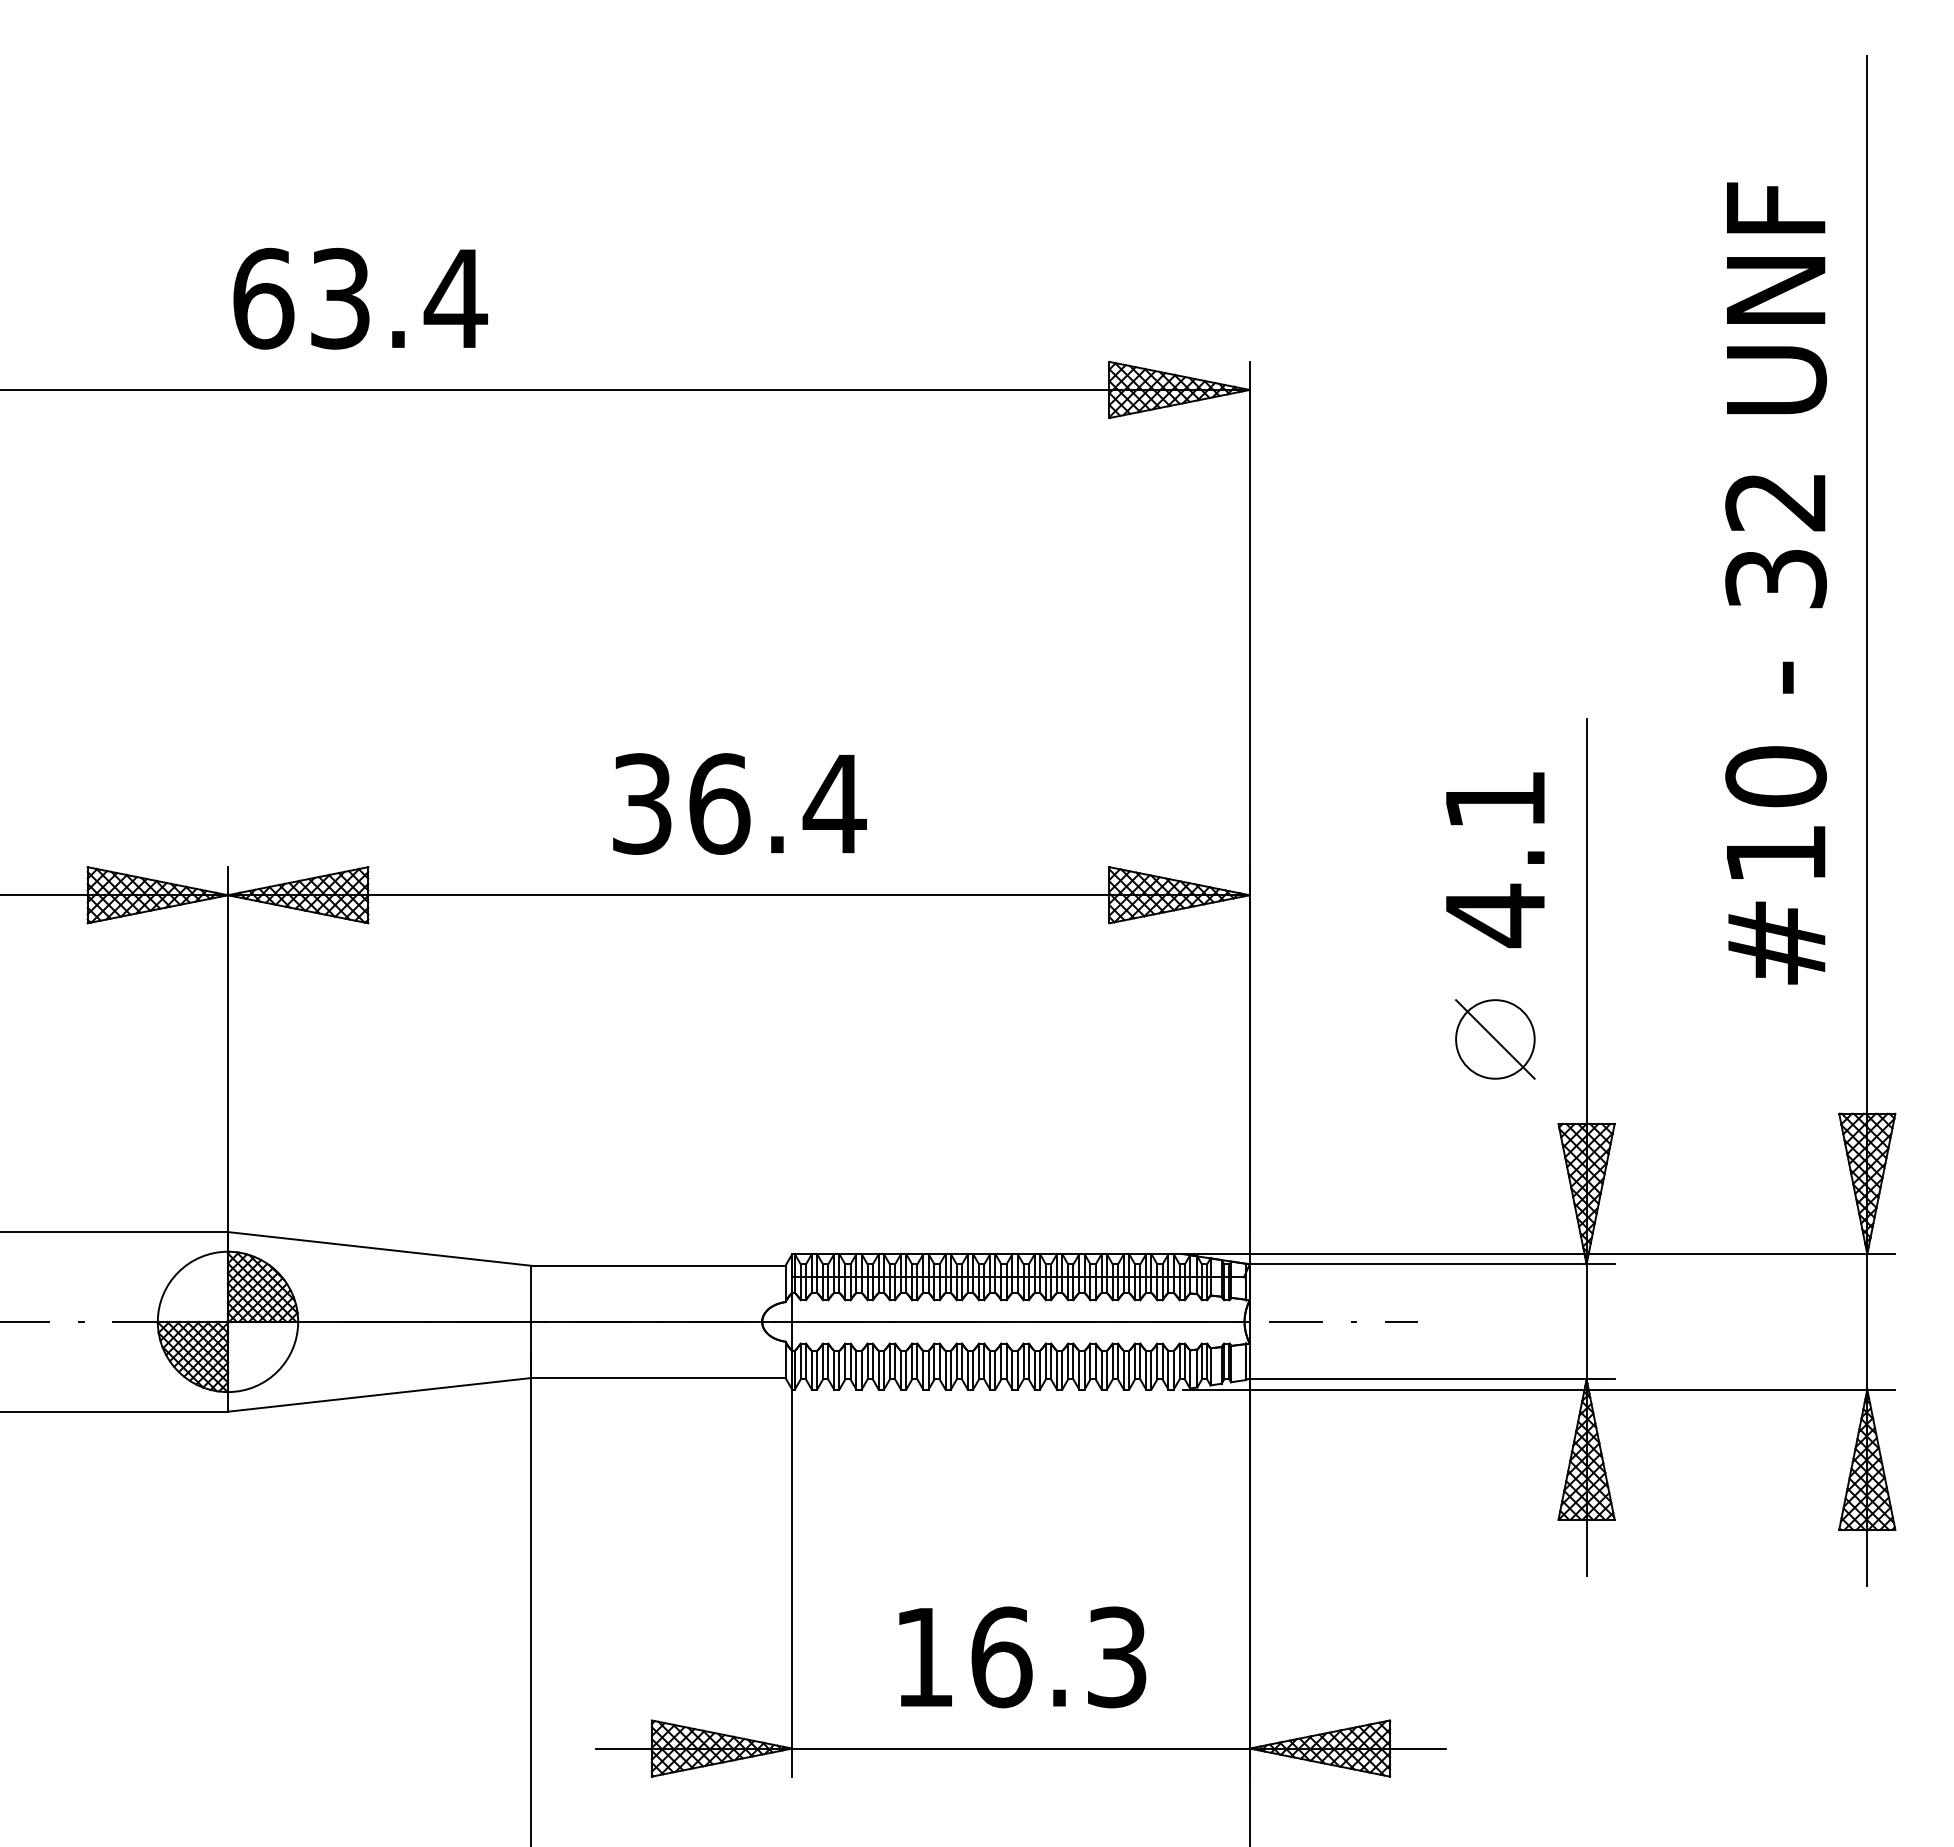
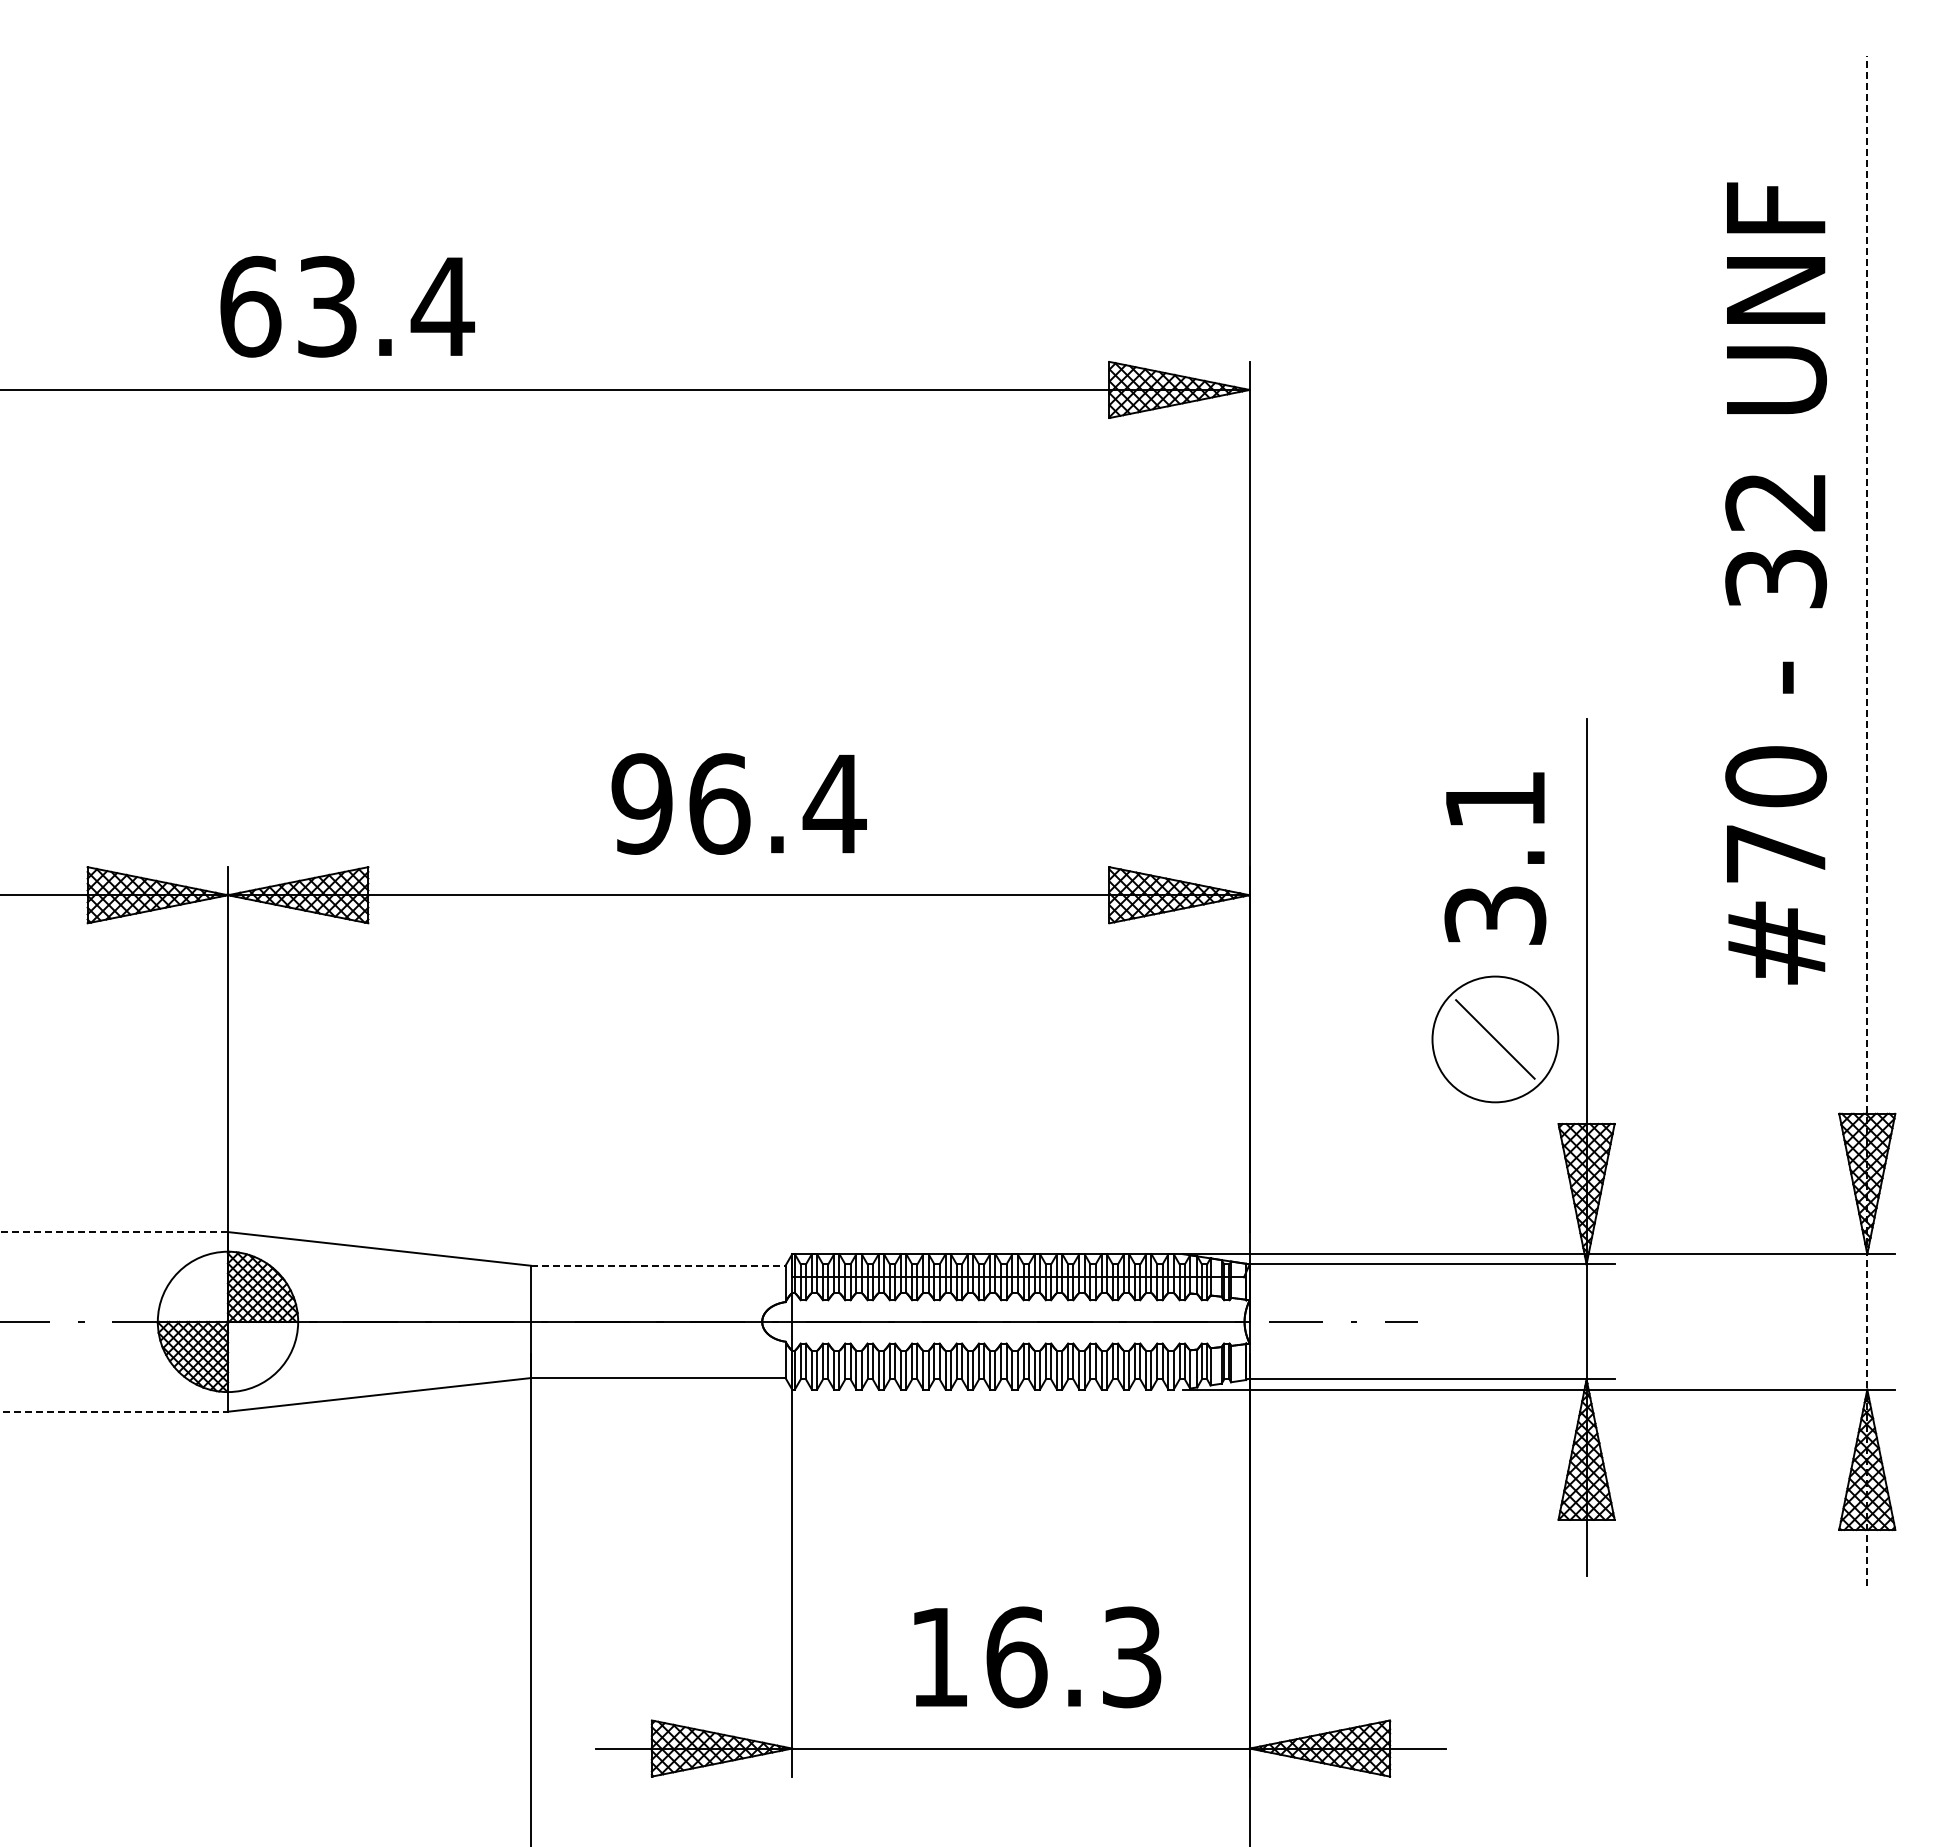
text at (360, 298) position: (360, 298) -> (347, 306)
text at (641, 803): 36.4 -> 96.4
line at (1867, 820): solid -> dashed
text at (1776, 853): #10 -> #70
text at (1495, 915): 4.1 -> 3.1
circle at (1495, 1039) diameter: 79 px -> 126 px
line at (114, 1232): solid -> dashed
line at (658, 1265): solid -> dashed
line at (114, 1411): solid -> dashed
text at (1022, 1657) position: (1022, 1657) -> (1037, 1657)
